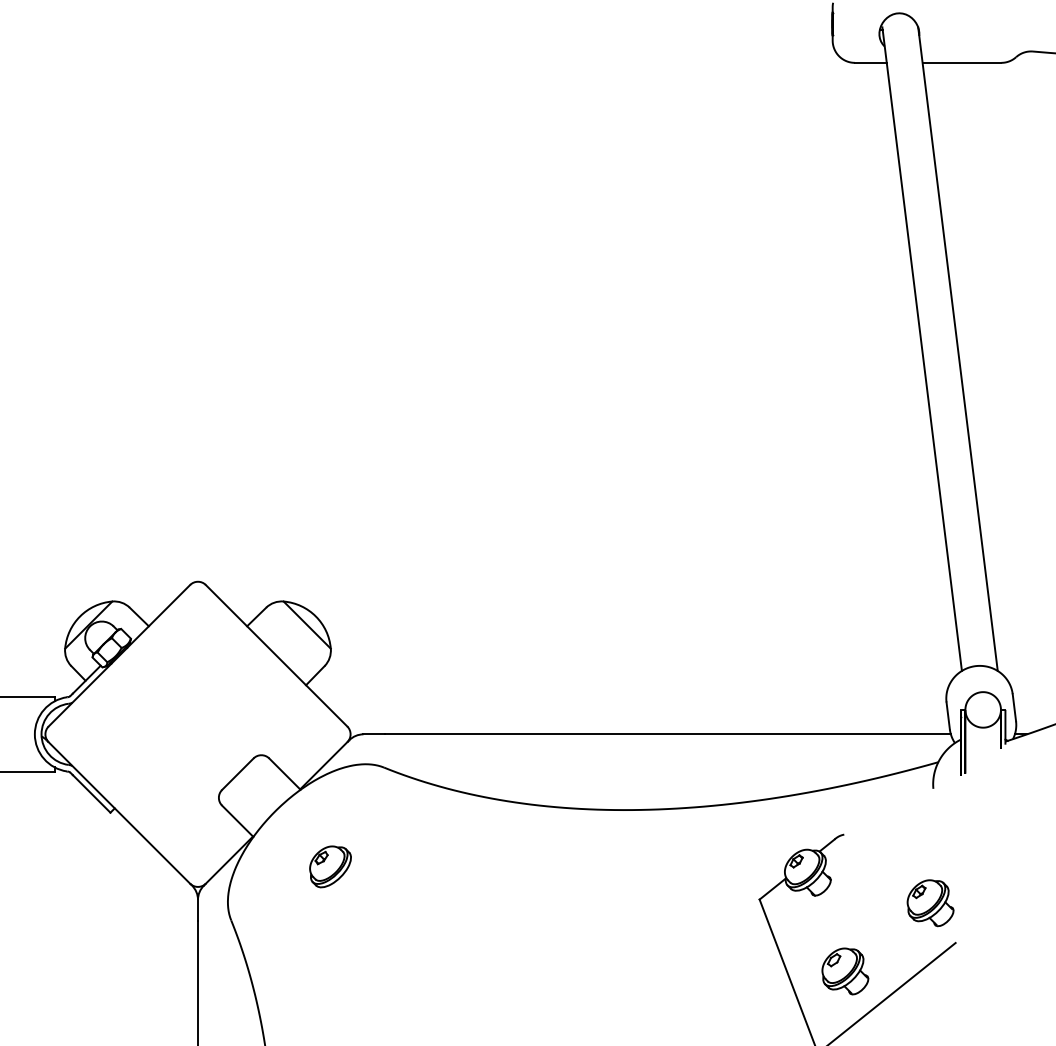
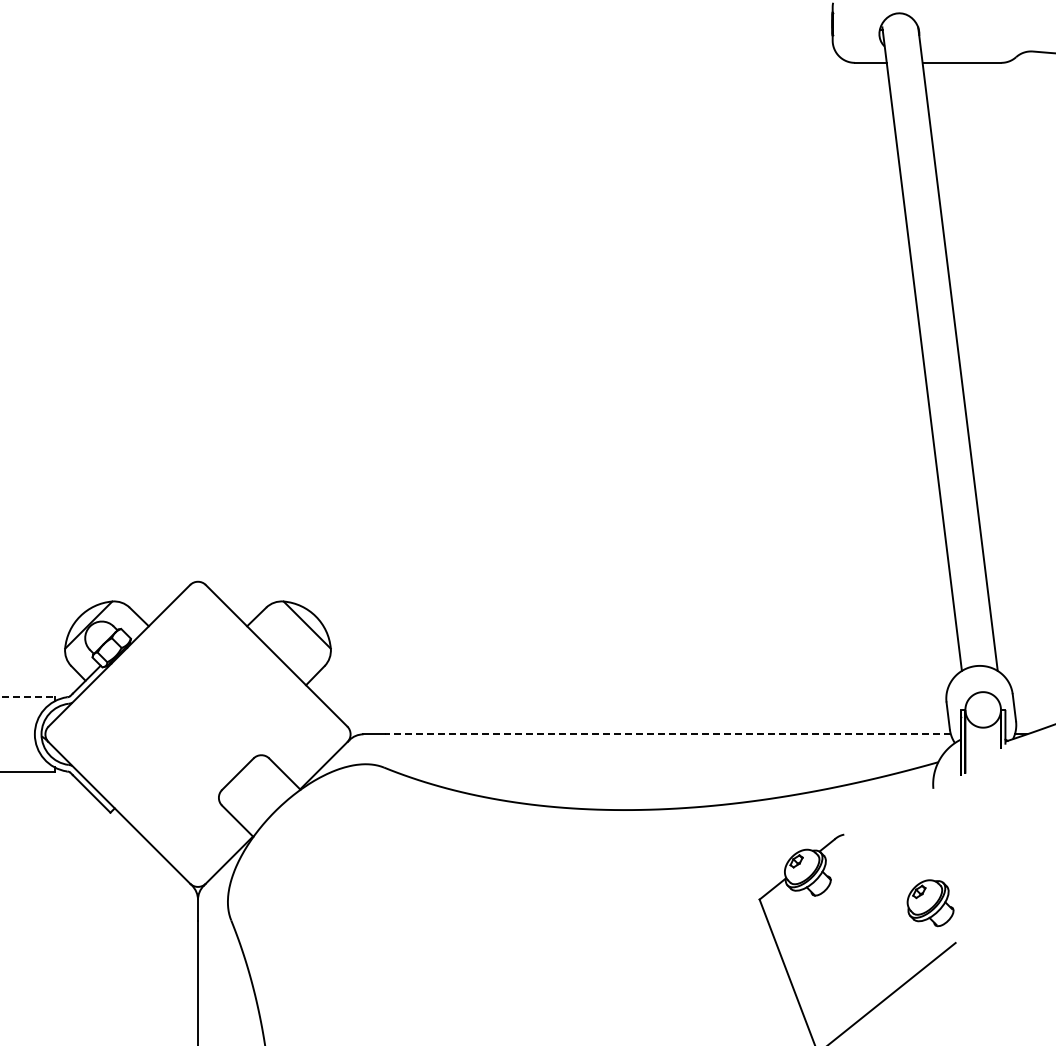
line at (27, 696): solid -> dashed
line at (668, 734): solid -> dashed
part at (330, 866): present -> none
part at (845, 971): present -> none
